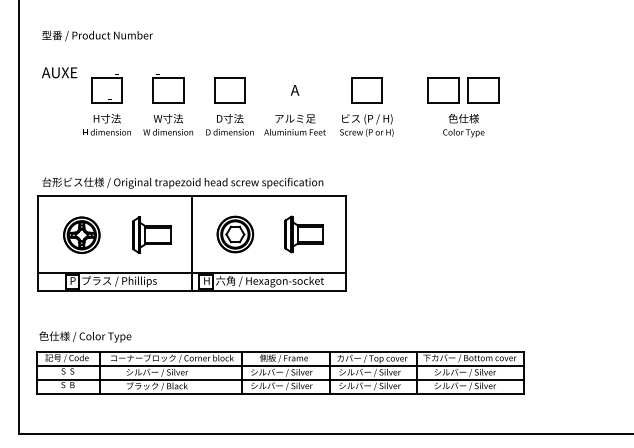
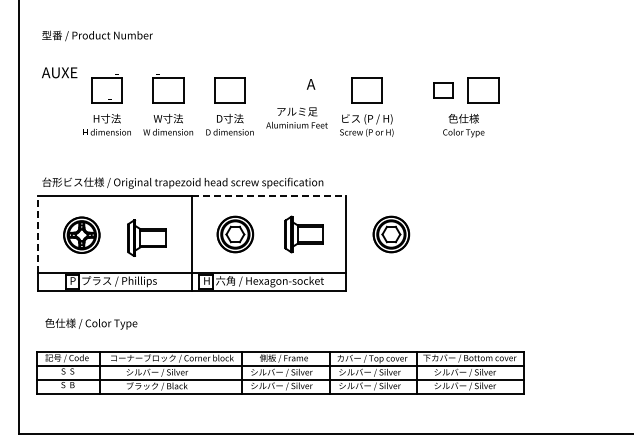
text at (294, 90) position: (294, 90) -> (310, 84)
part at (443, 90) size: 33x27 px -> 21x17 px
text at (294, 124) position: (294, 124) -> (296, 117)
line at (268, 195): solid -> dashed
line at (38, 234): solid -> dashed
part at (151, 234) position: (151, 234) -> (146, 237)
part at (391, 234): none -> present
text at (85, 336) position: (85, 336) -> (91, 323)
